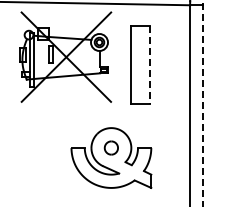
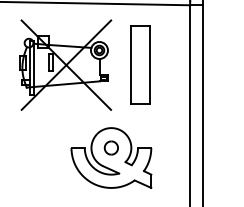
part at (65, 56) position: (65, 56) -> (65, 64)
line at (150, 65): dashed -> solid
line at (202, 103): dashed -> solid
